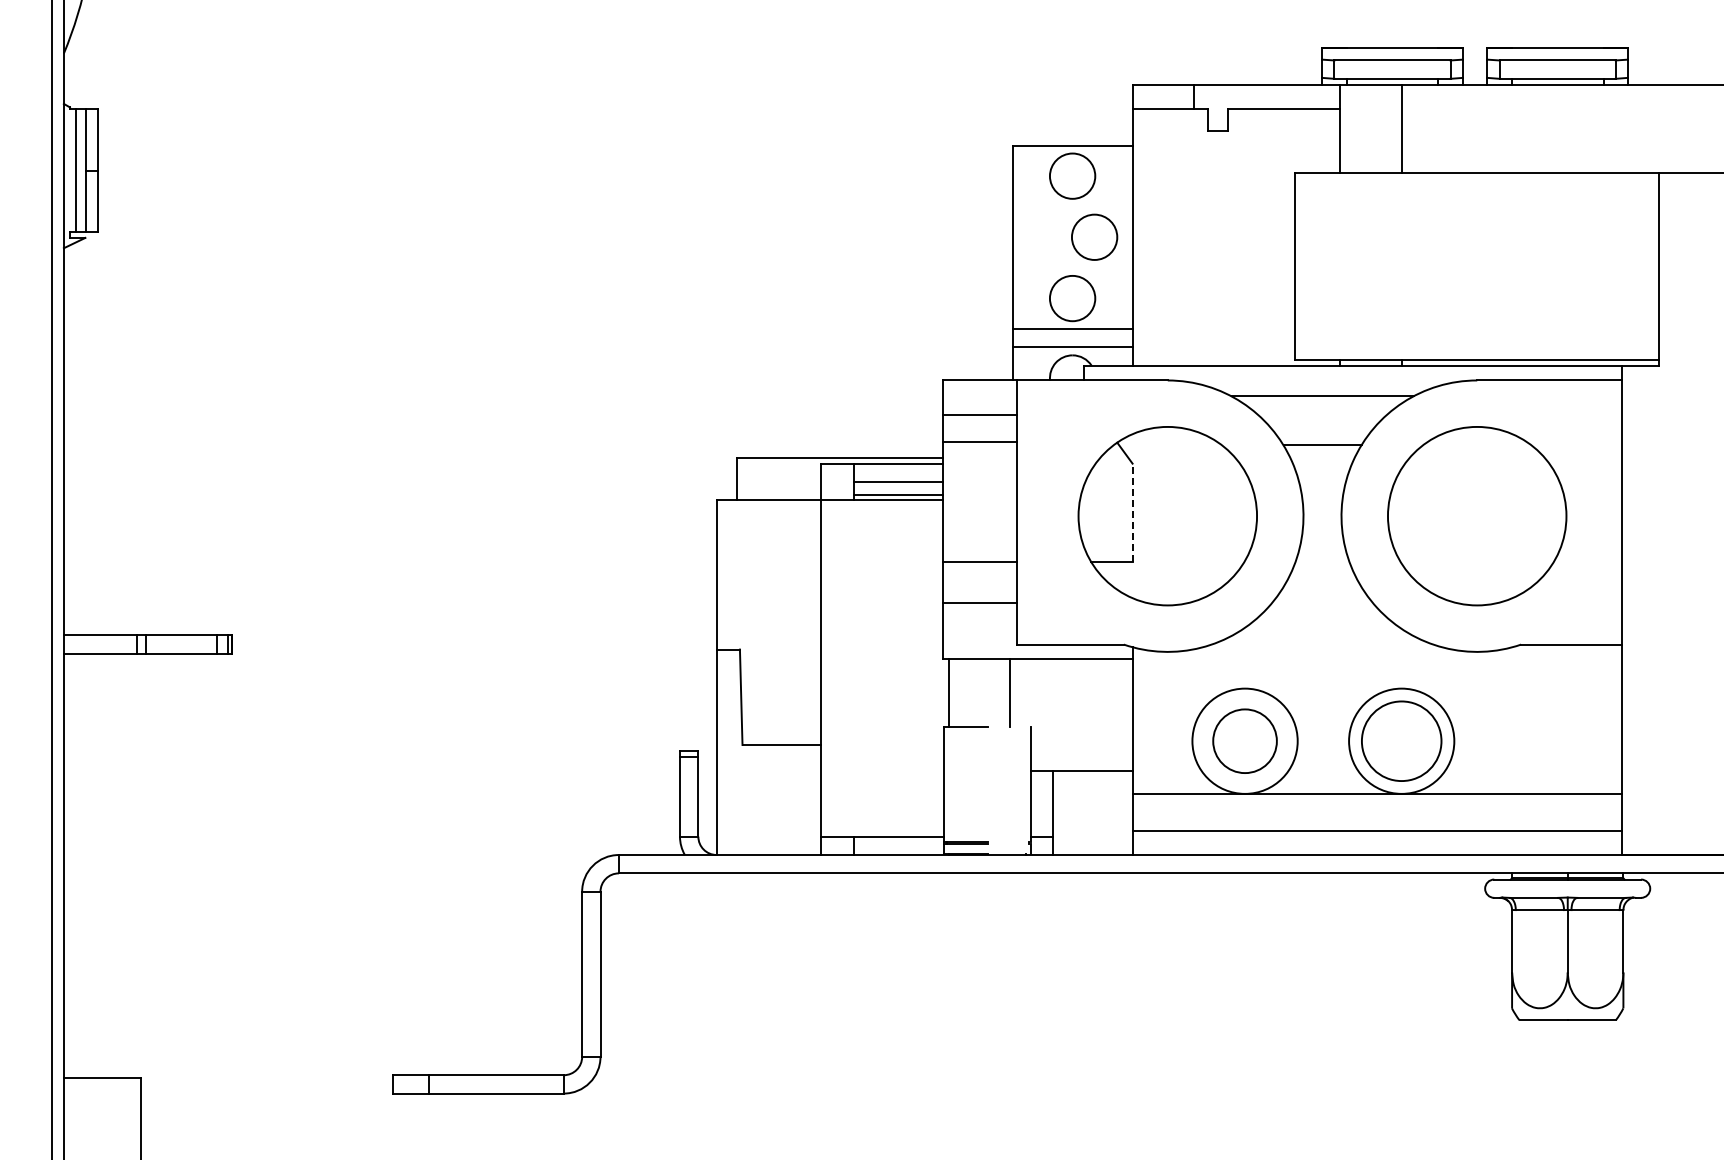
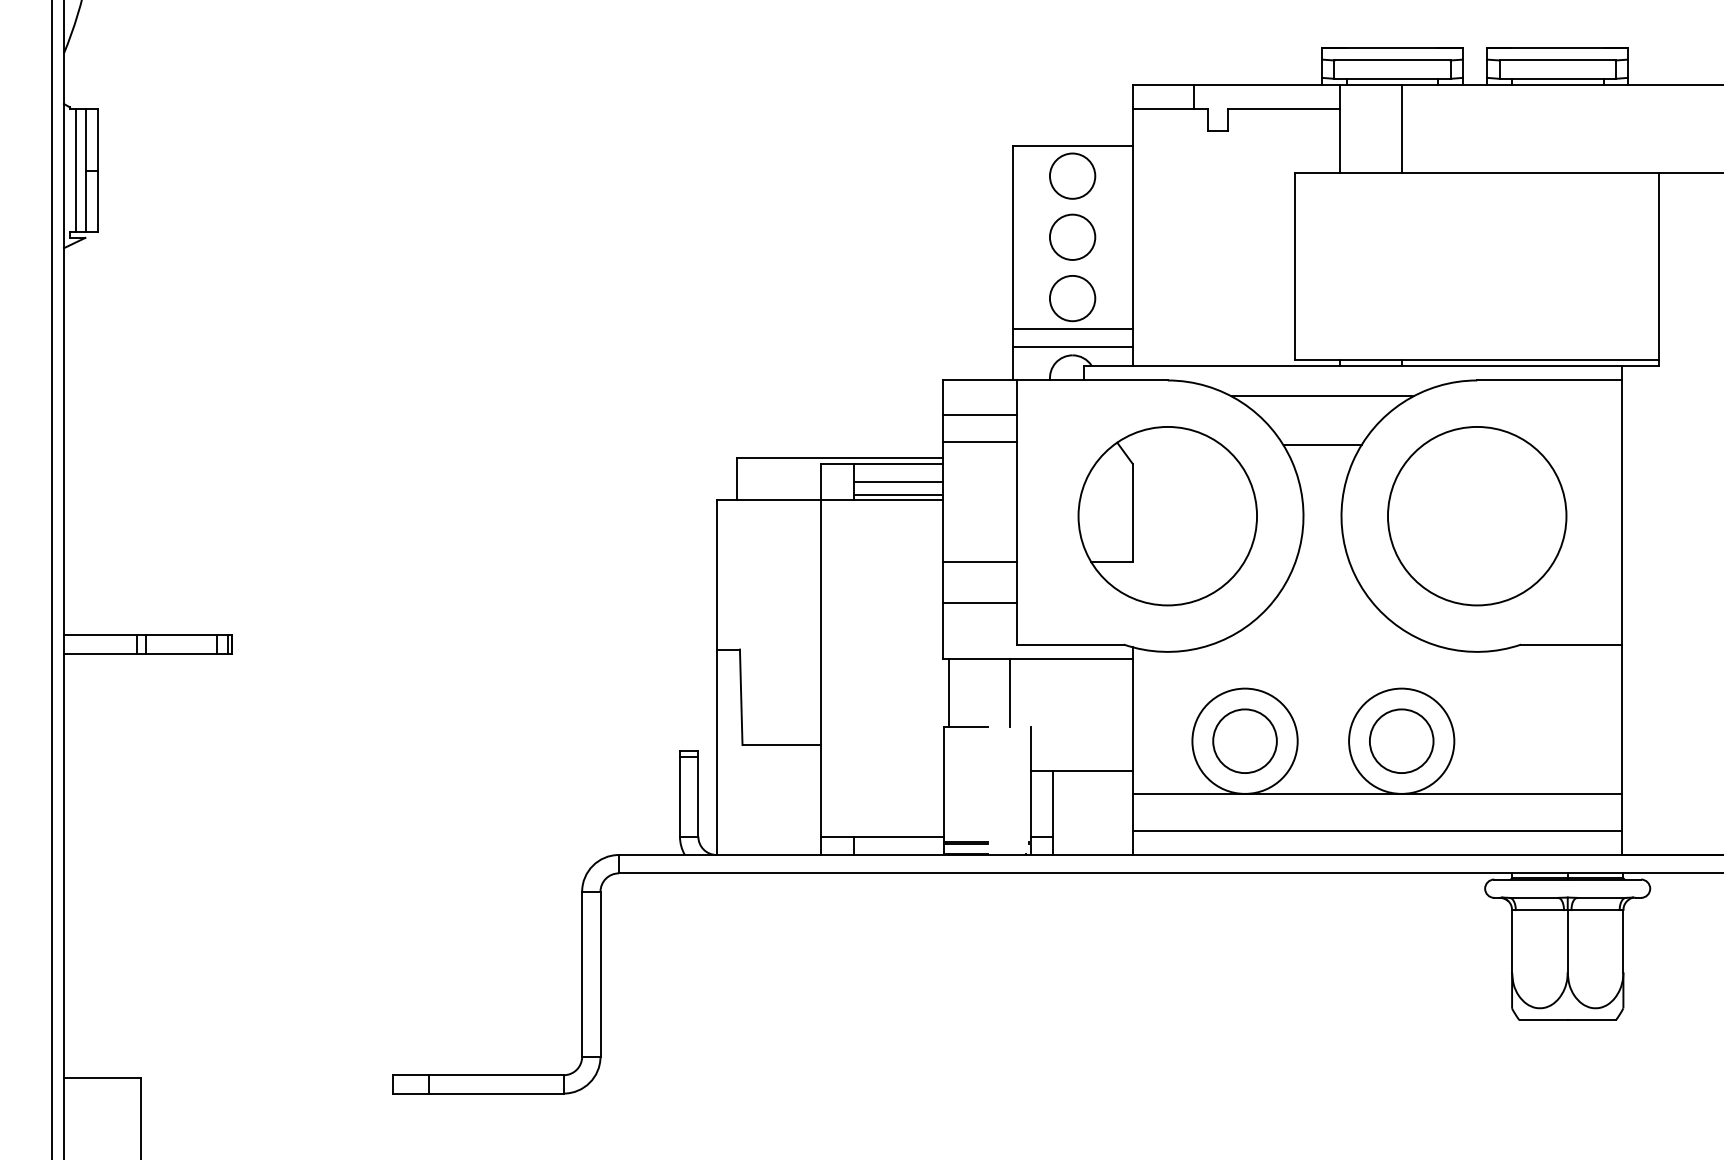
circle at (1094, 236) position: (1094, 236) -> (1072, 236)
line at (1132, 512): dashed -> solid
circle at (1401, 741) diameter: 80 px -> 64 px
